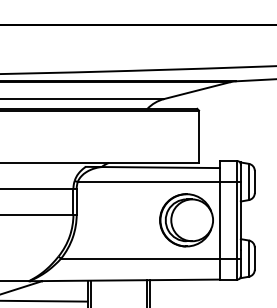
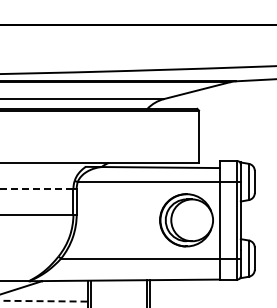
line at (36, 188): solid -> dashed
line at (43, 301): solid -> dashed
